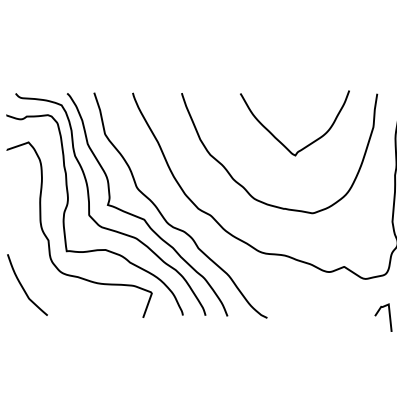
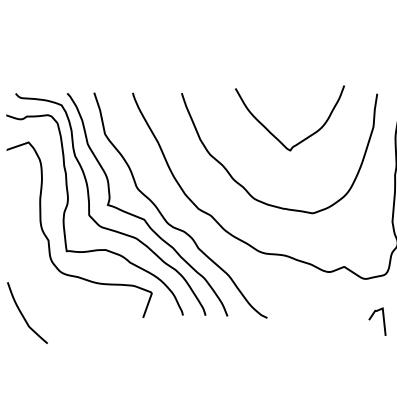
curve at (278, 139) position: (278, 139) -> (273, 134)
curve at (23, 287) position: (23, 287) -> (23, 315)
curve at (388, 314) position: (388, 314) -> (382, 318)
